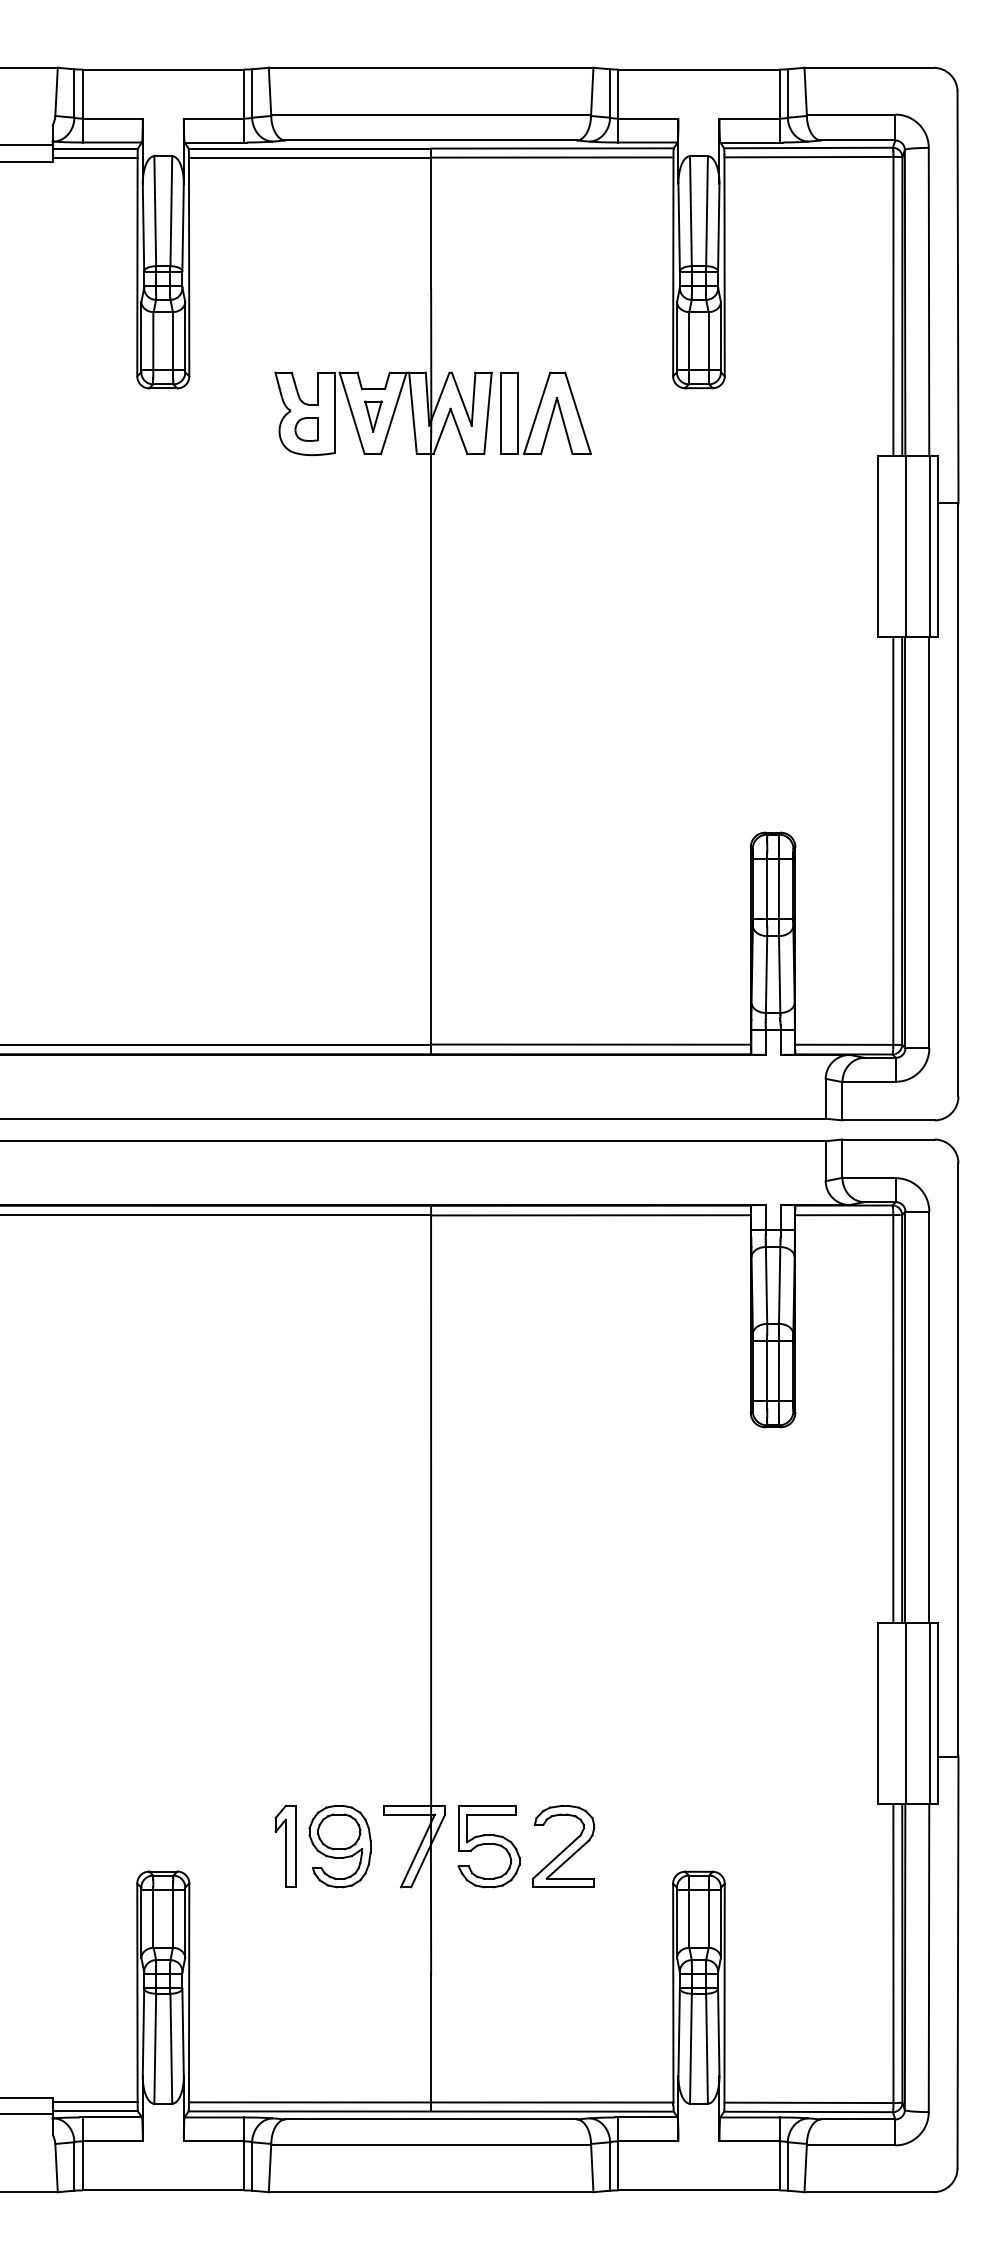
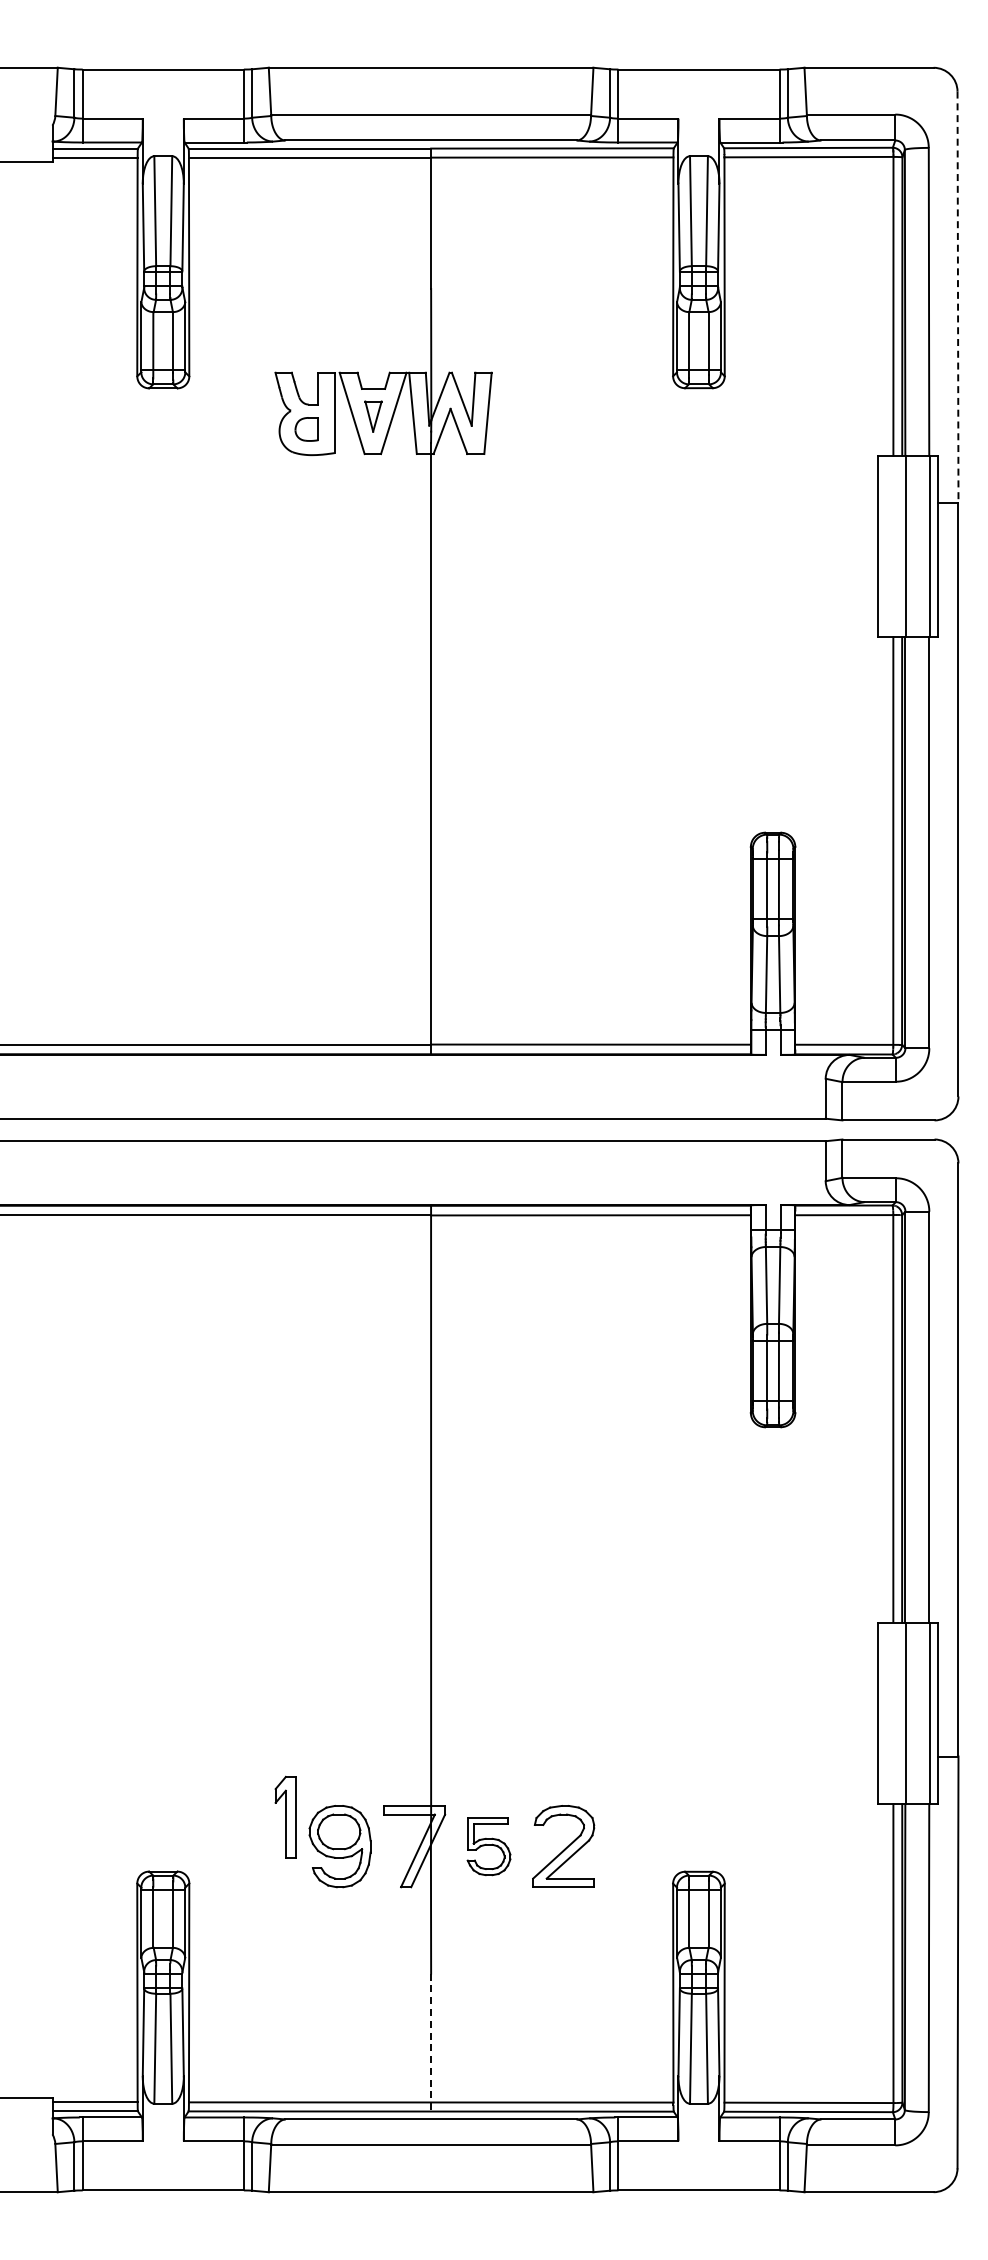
line at (27, 145): present -> none
line at (958, 297): solid -> dashed
part at (545, 413): present -> none
part at (285, 1845) position: (285, 1845) -> (285, 1816)
part at (488, 1846) size: 64x84 px -> 46x60 px
line at (431, 2042): solid -> dashed
line at (27, 2114): present -> none
